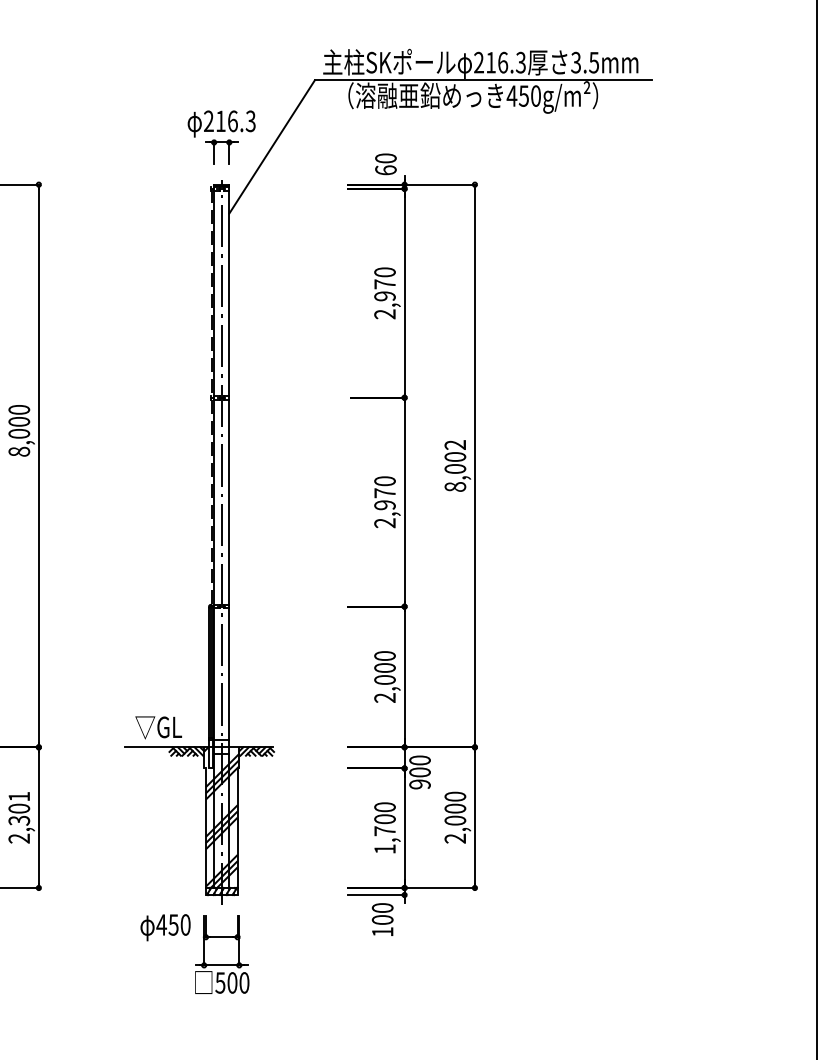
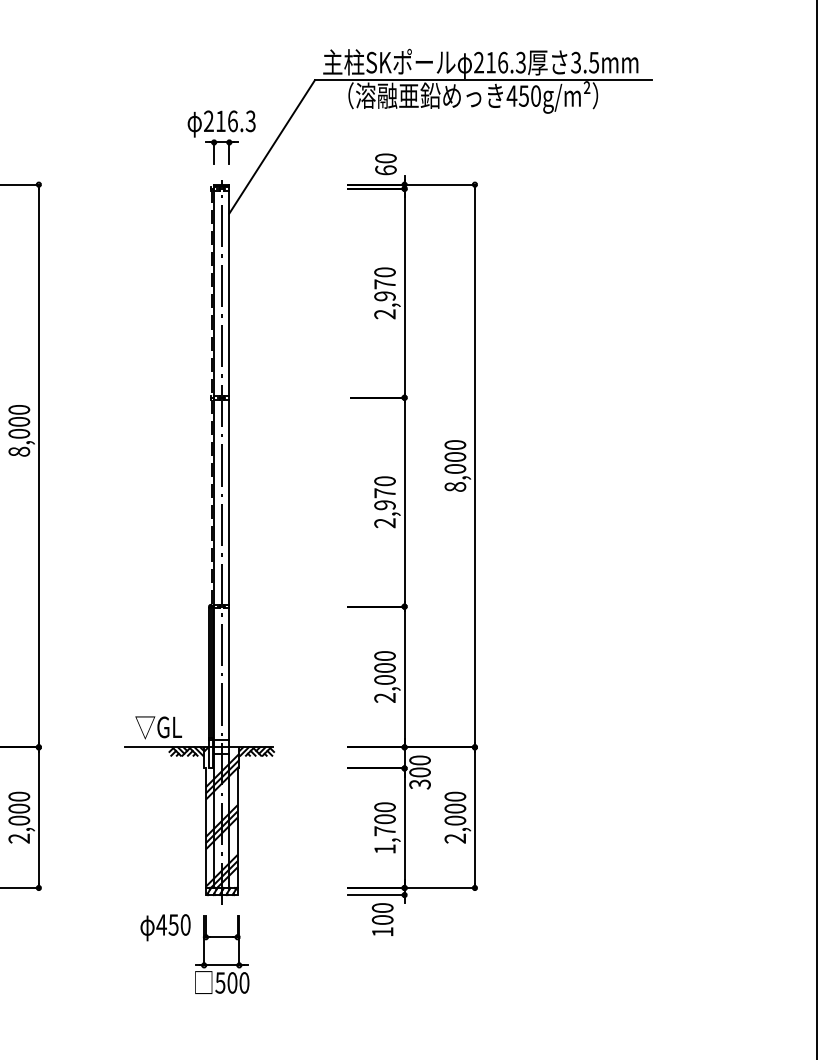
text at (455, 444): 8,002 -> 8,000
text at (419, 784): 900 -> 300
text at (19, 808): 2,301 -> 2,000
